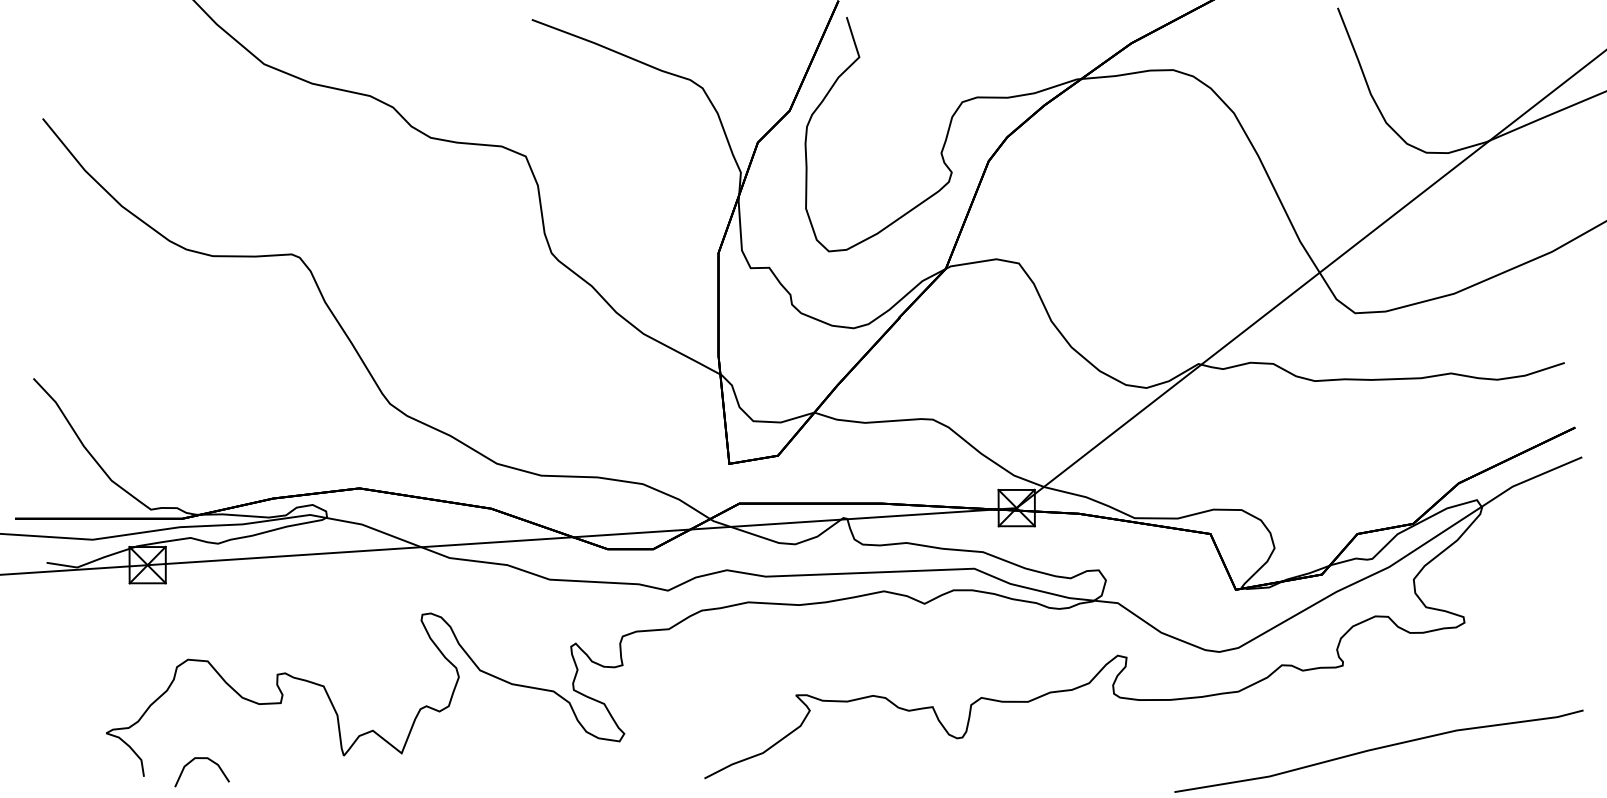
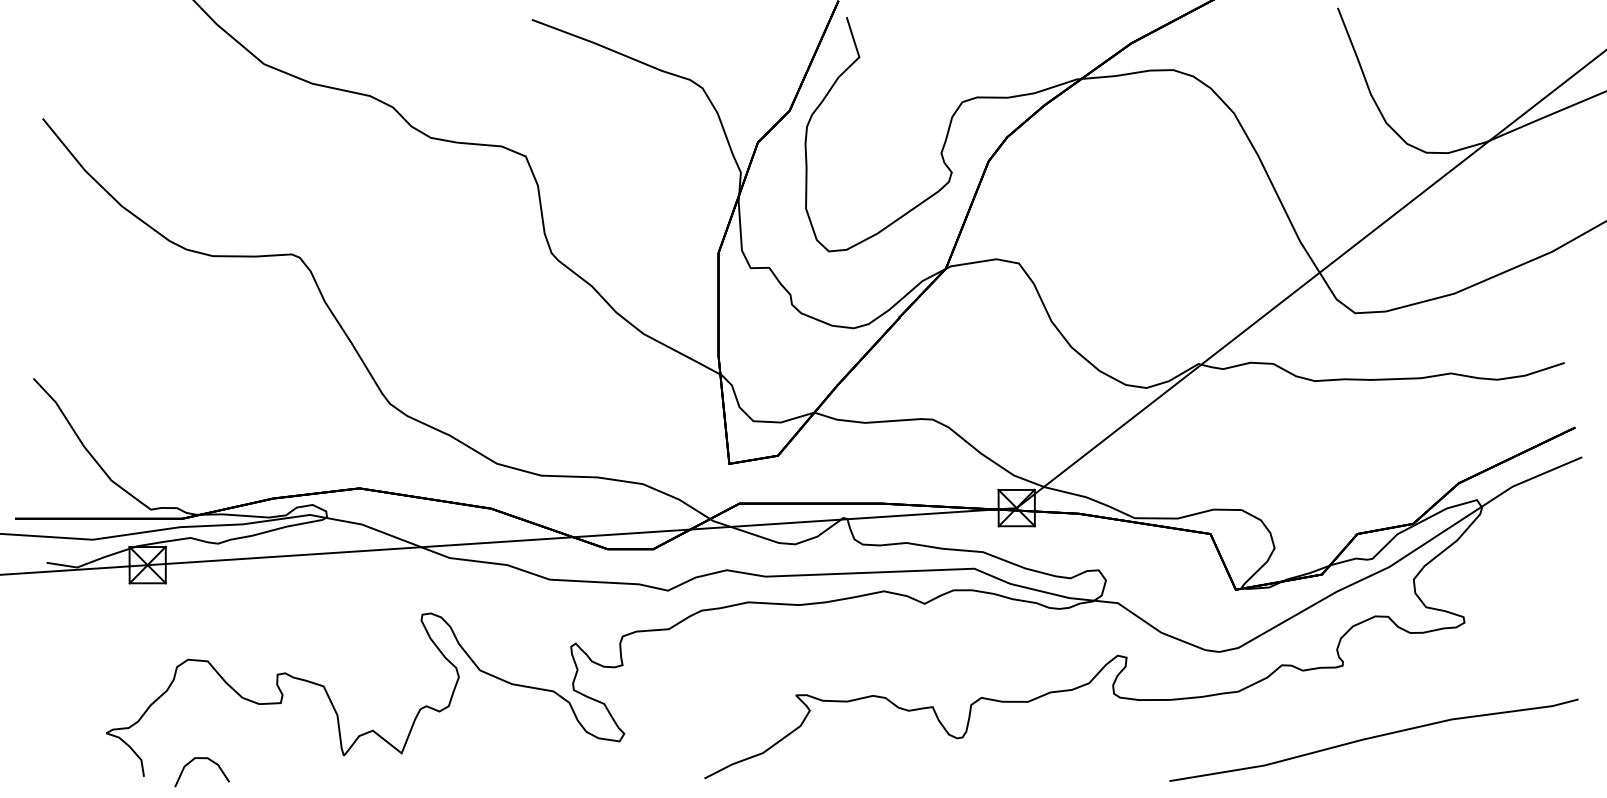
curve at (1378, 749) position: (1378, 749) -> (1373, 738)
